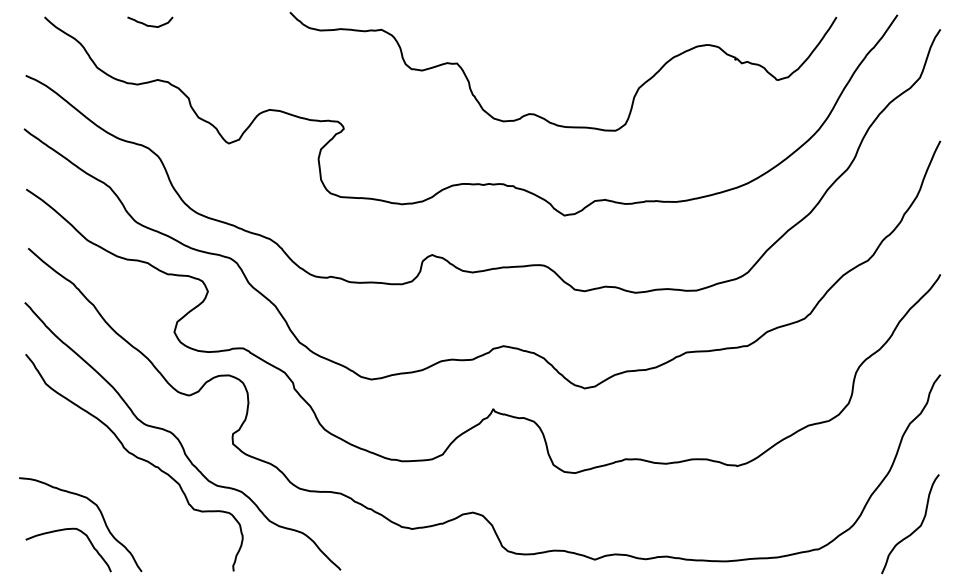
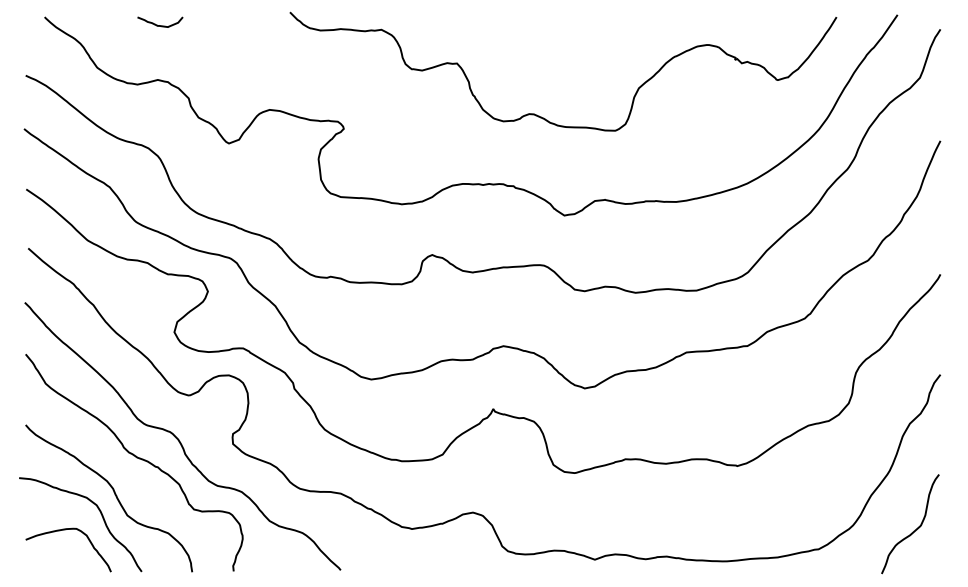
curve at (150, 25) position: (150, 25) -> (160, 25)
curve at (115, 496): none -> present
